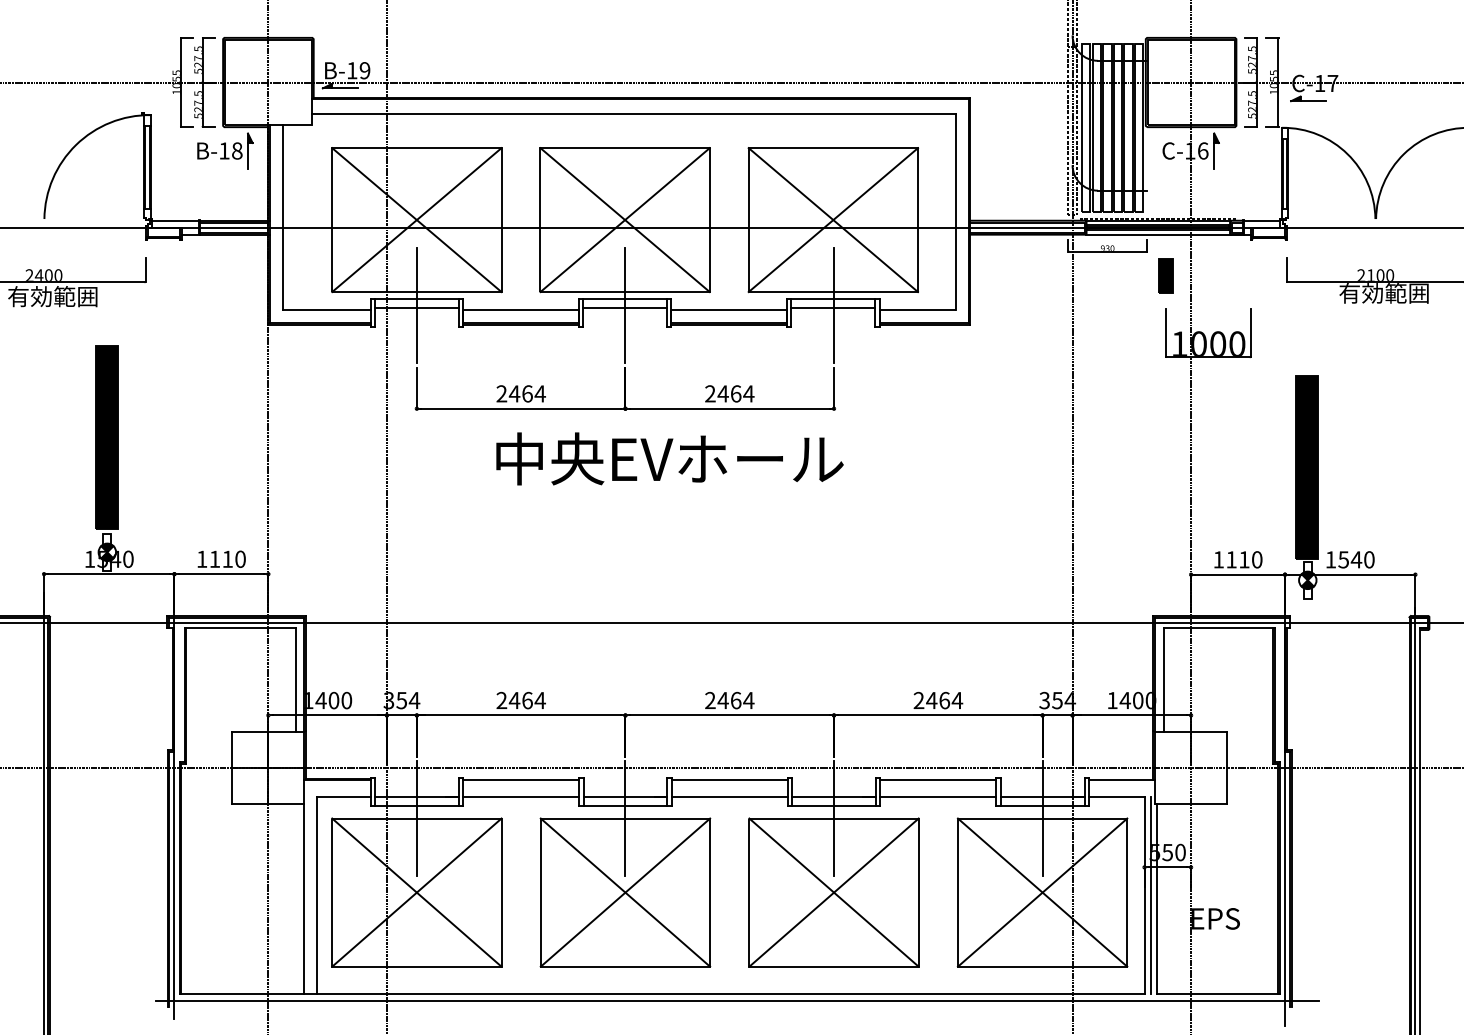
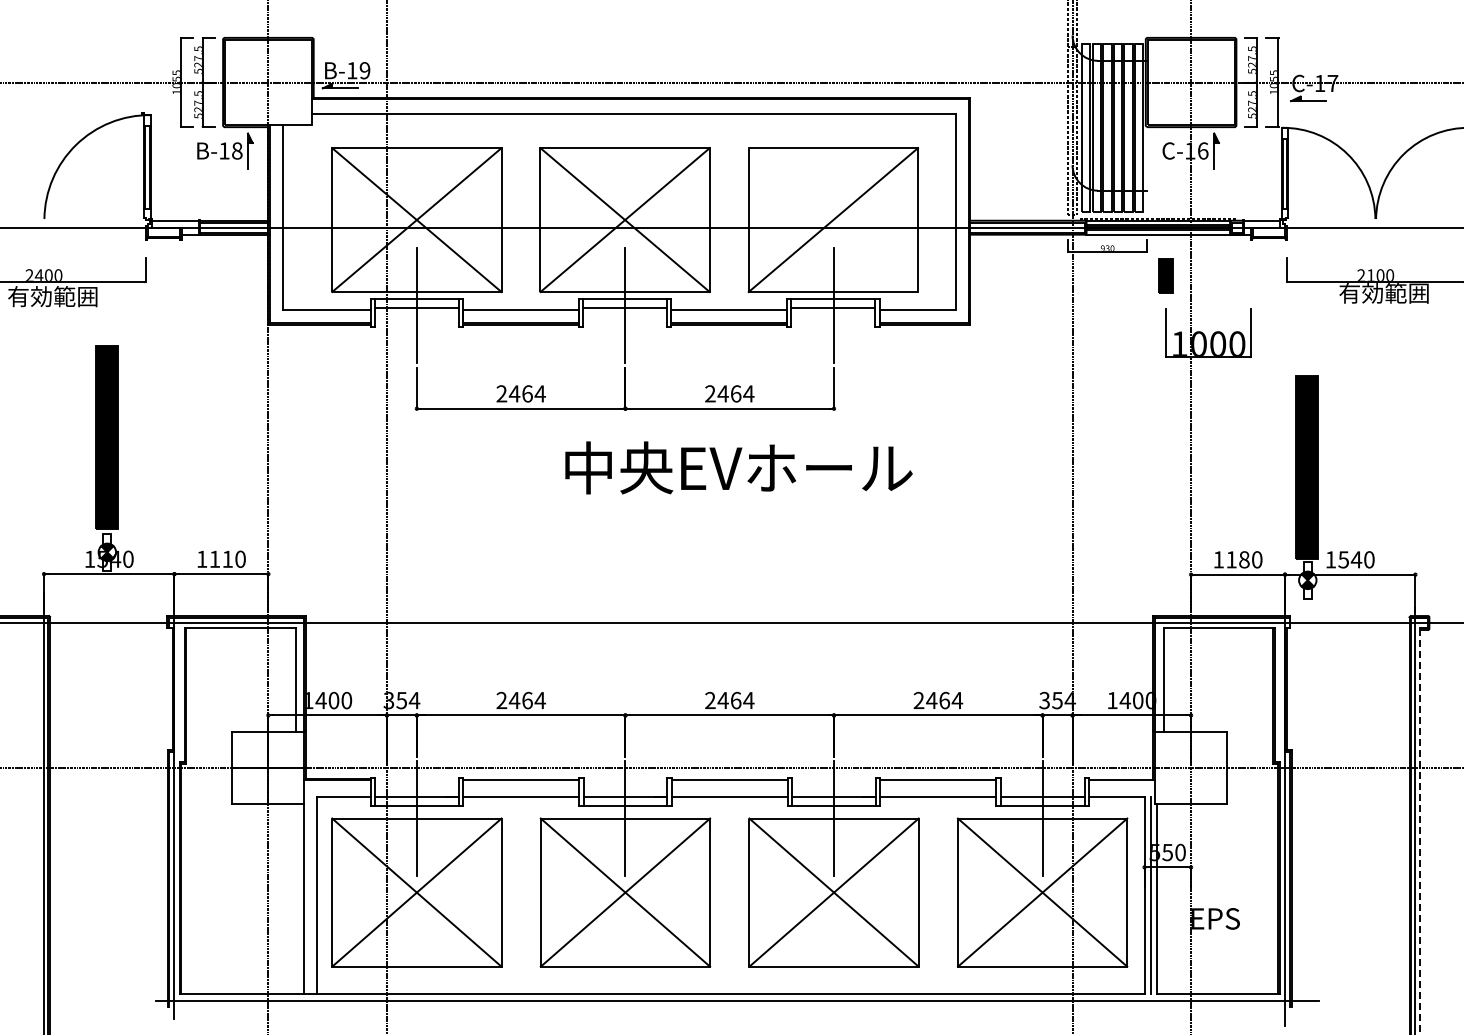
line at (833, 220): present -> none
text at (669, 458) position: (669, 458) -> (738, 467)
text at (1244, 559): 1110 -> 1180
line at (1419, 831): solid -> dashed
